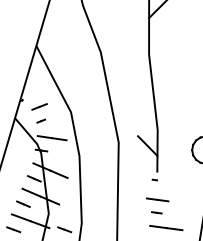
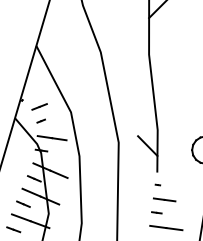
part at (154, 179) position: (154, 179) -> (157, 184)
line at (157, 199) position: (157, 199) -> (164, 199)
line at (64, 229): present -> none
